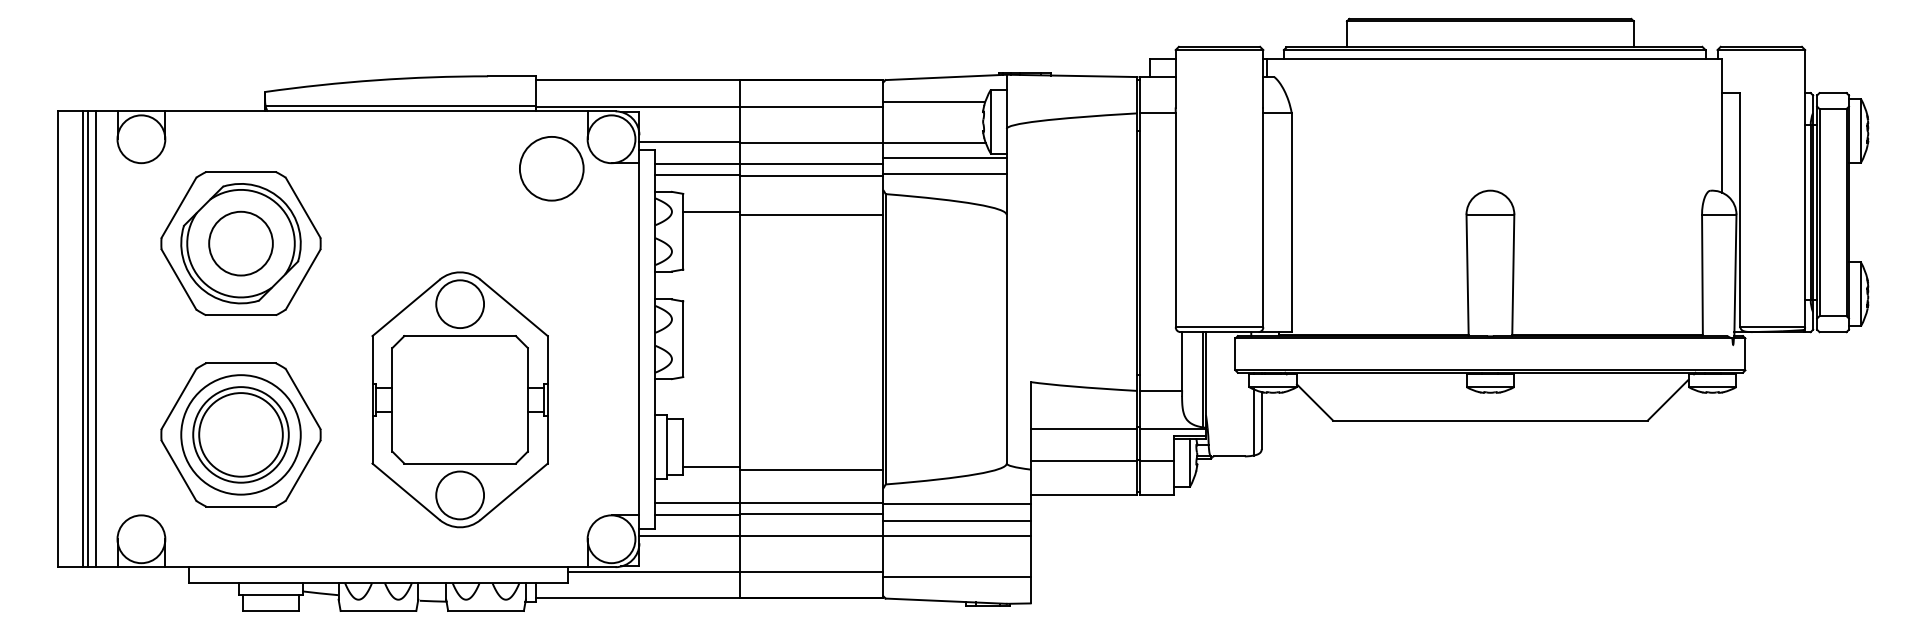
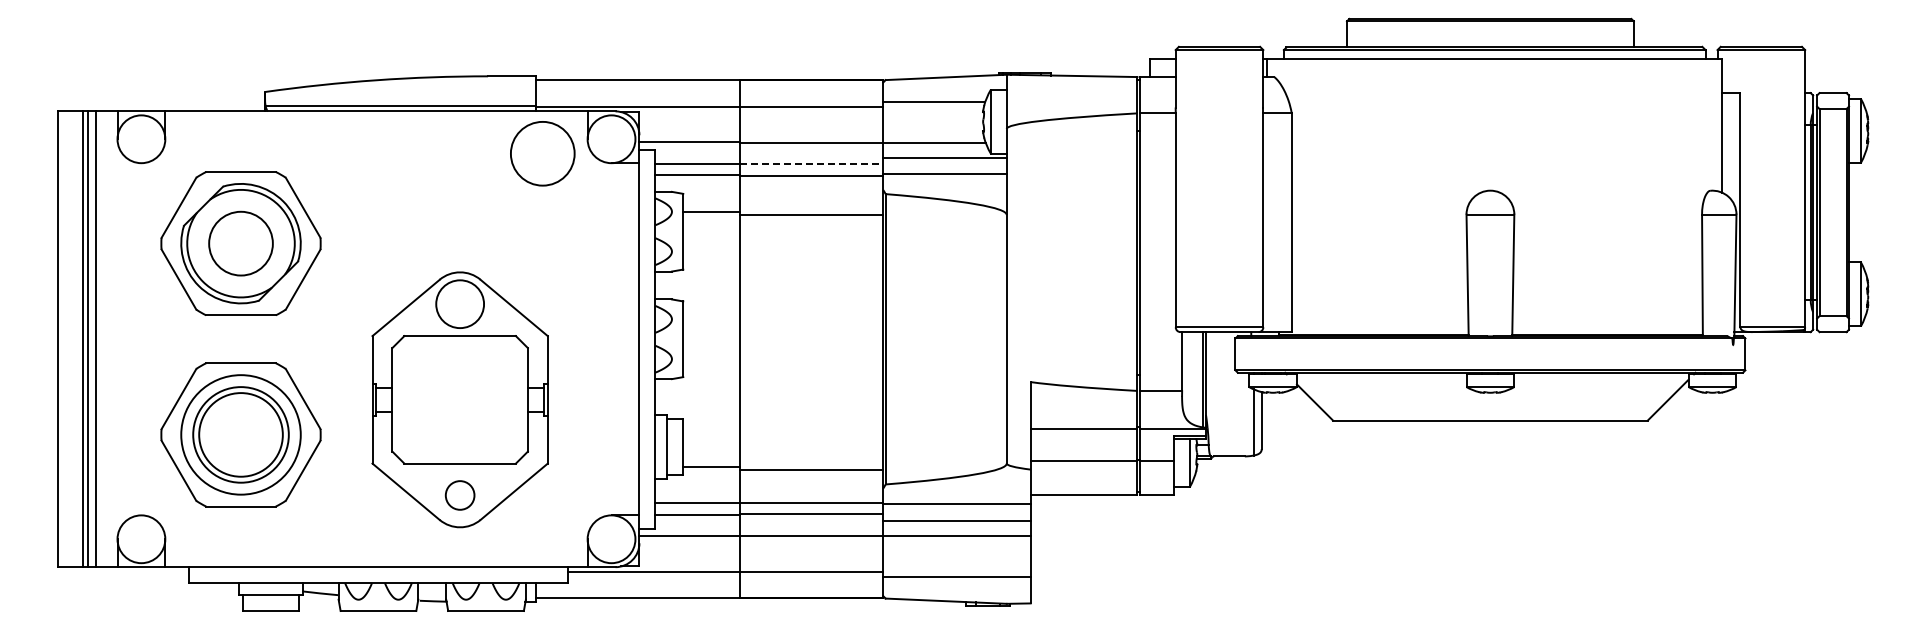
line at (811, 164): solid -> dashed
circle at (551, 168) position: (551, 168) -> (542, 153)
circle at (460, 495) diameter: 48 px -> 29 px
